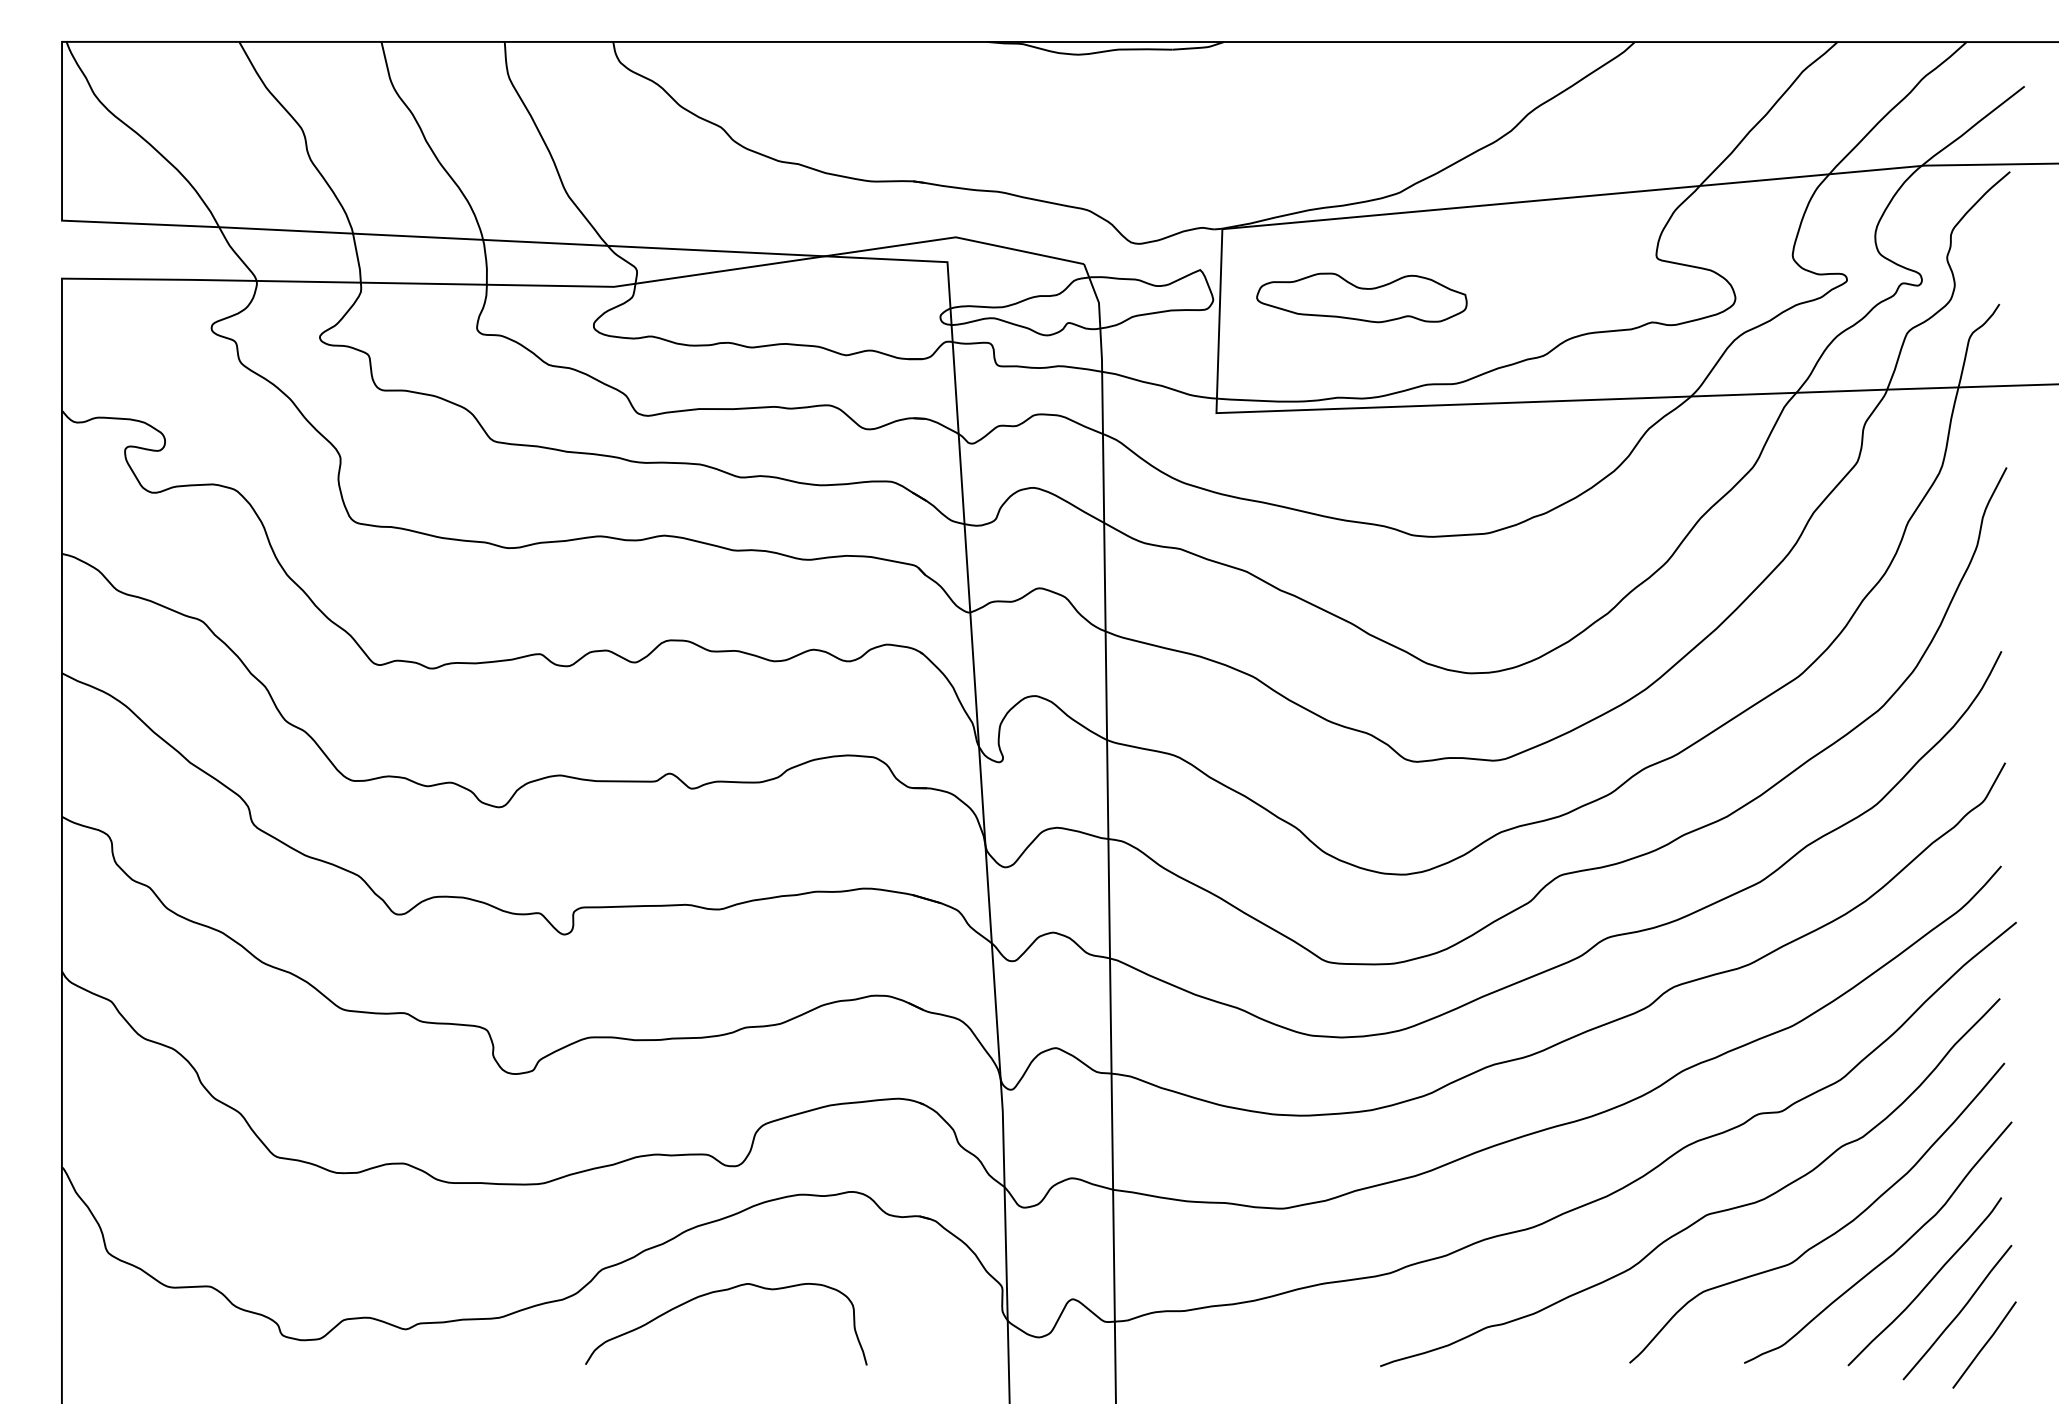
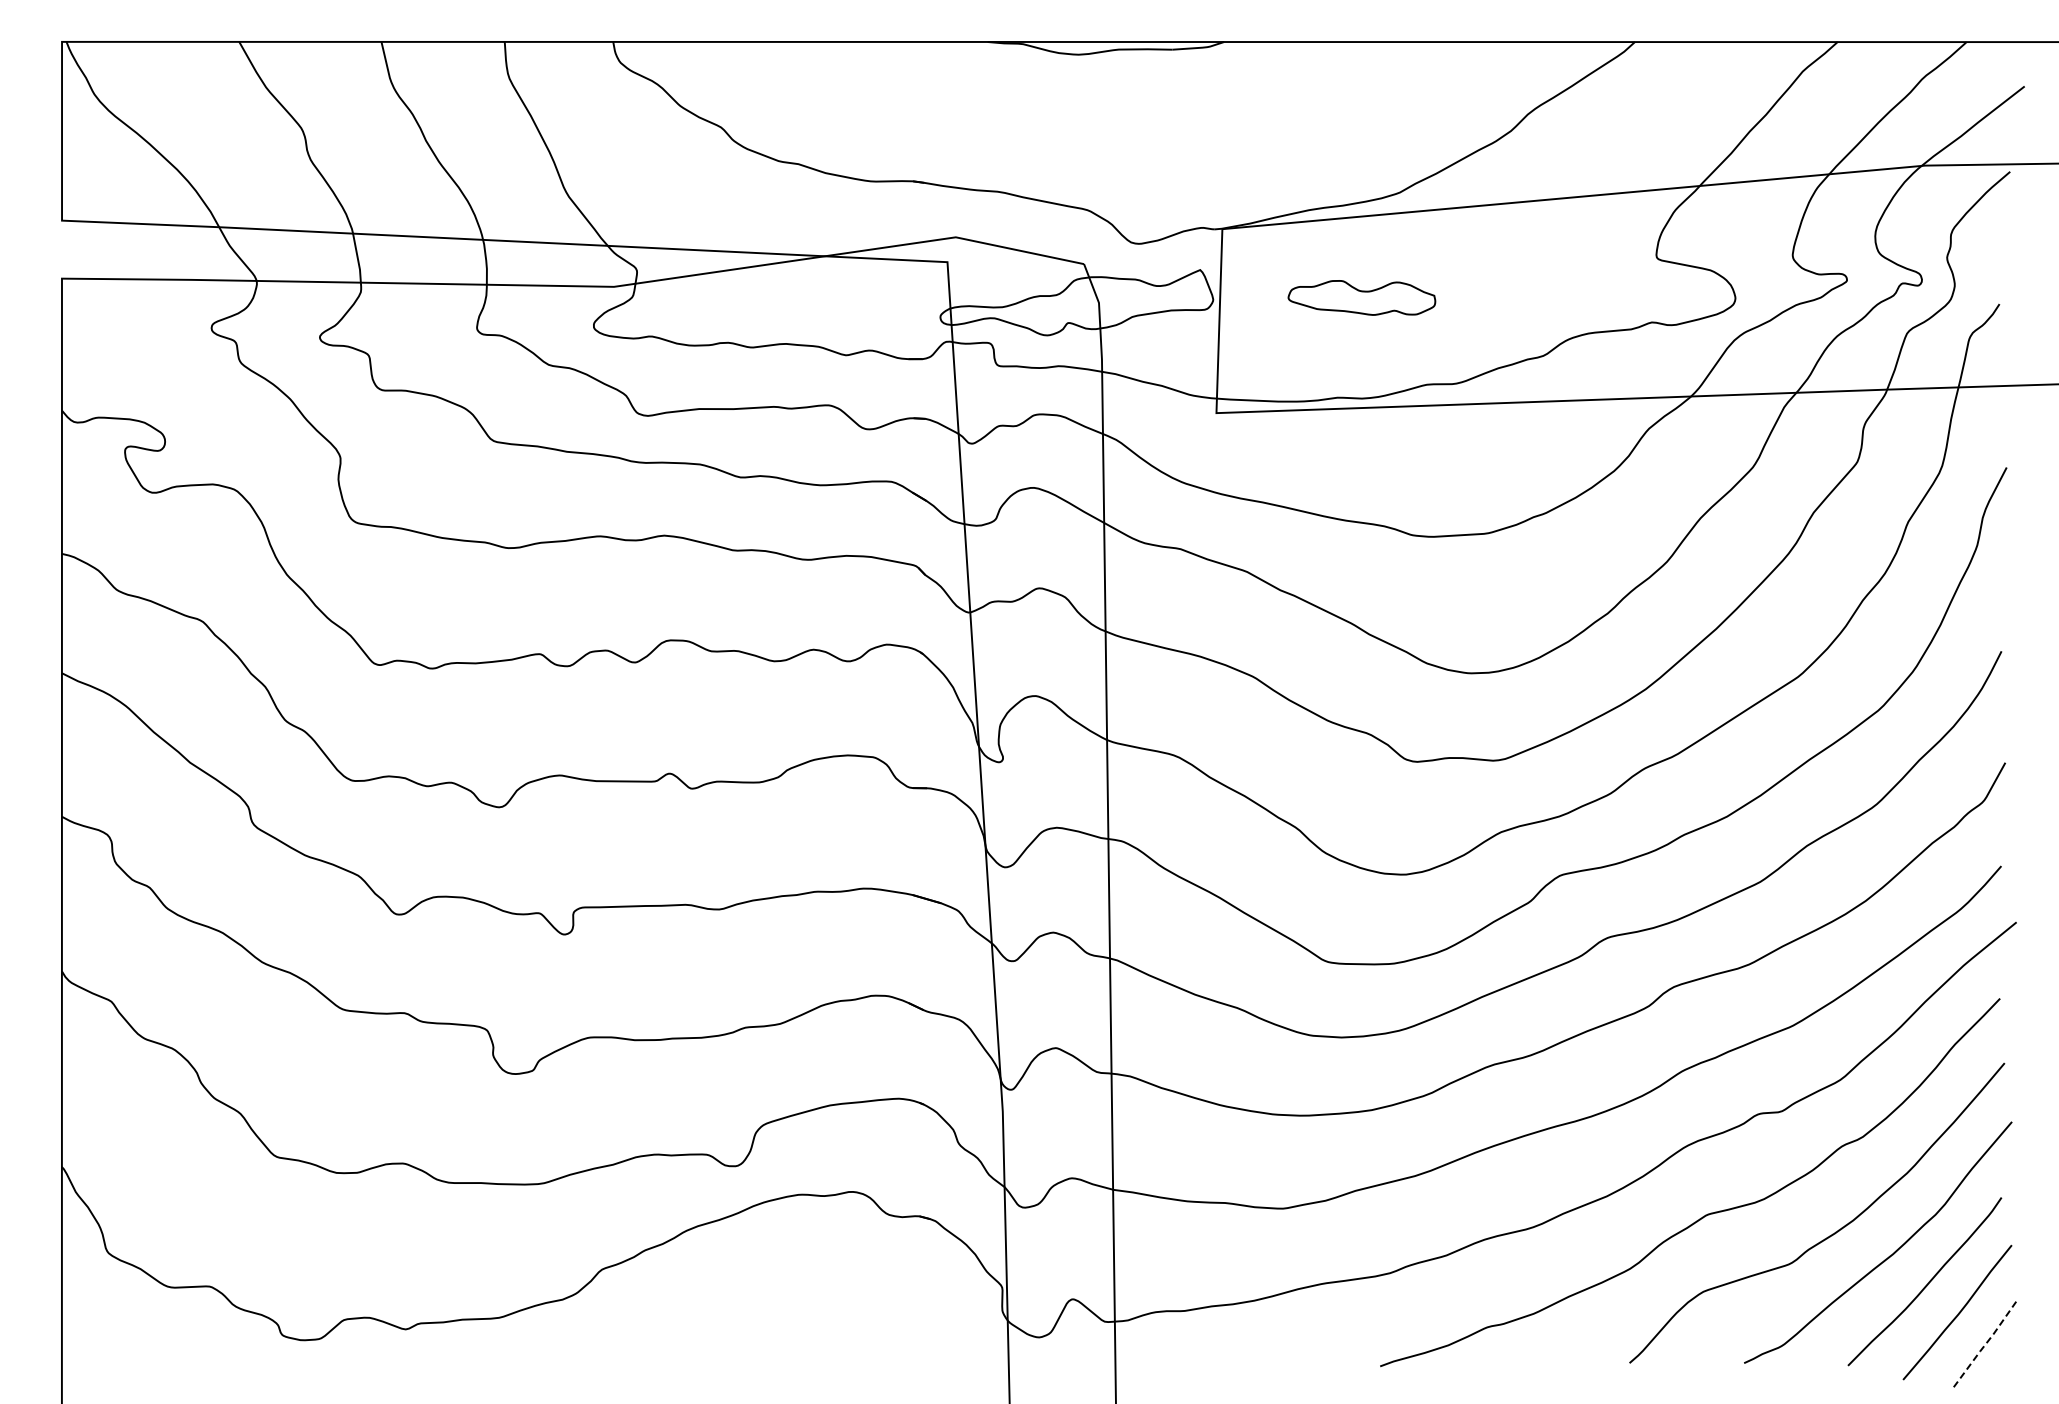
part at (1361, 297) size: 212x52 px -> 150x36 px
curve at (718, 1292): present -> none
line at (1984, 1345): solid -> dashed
